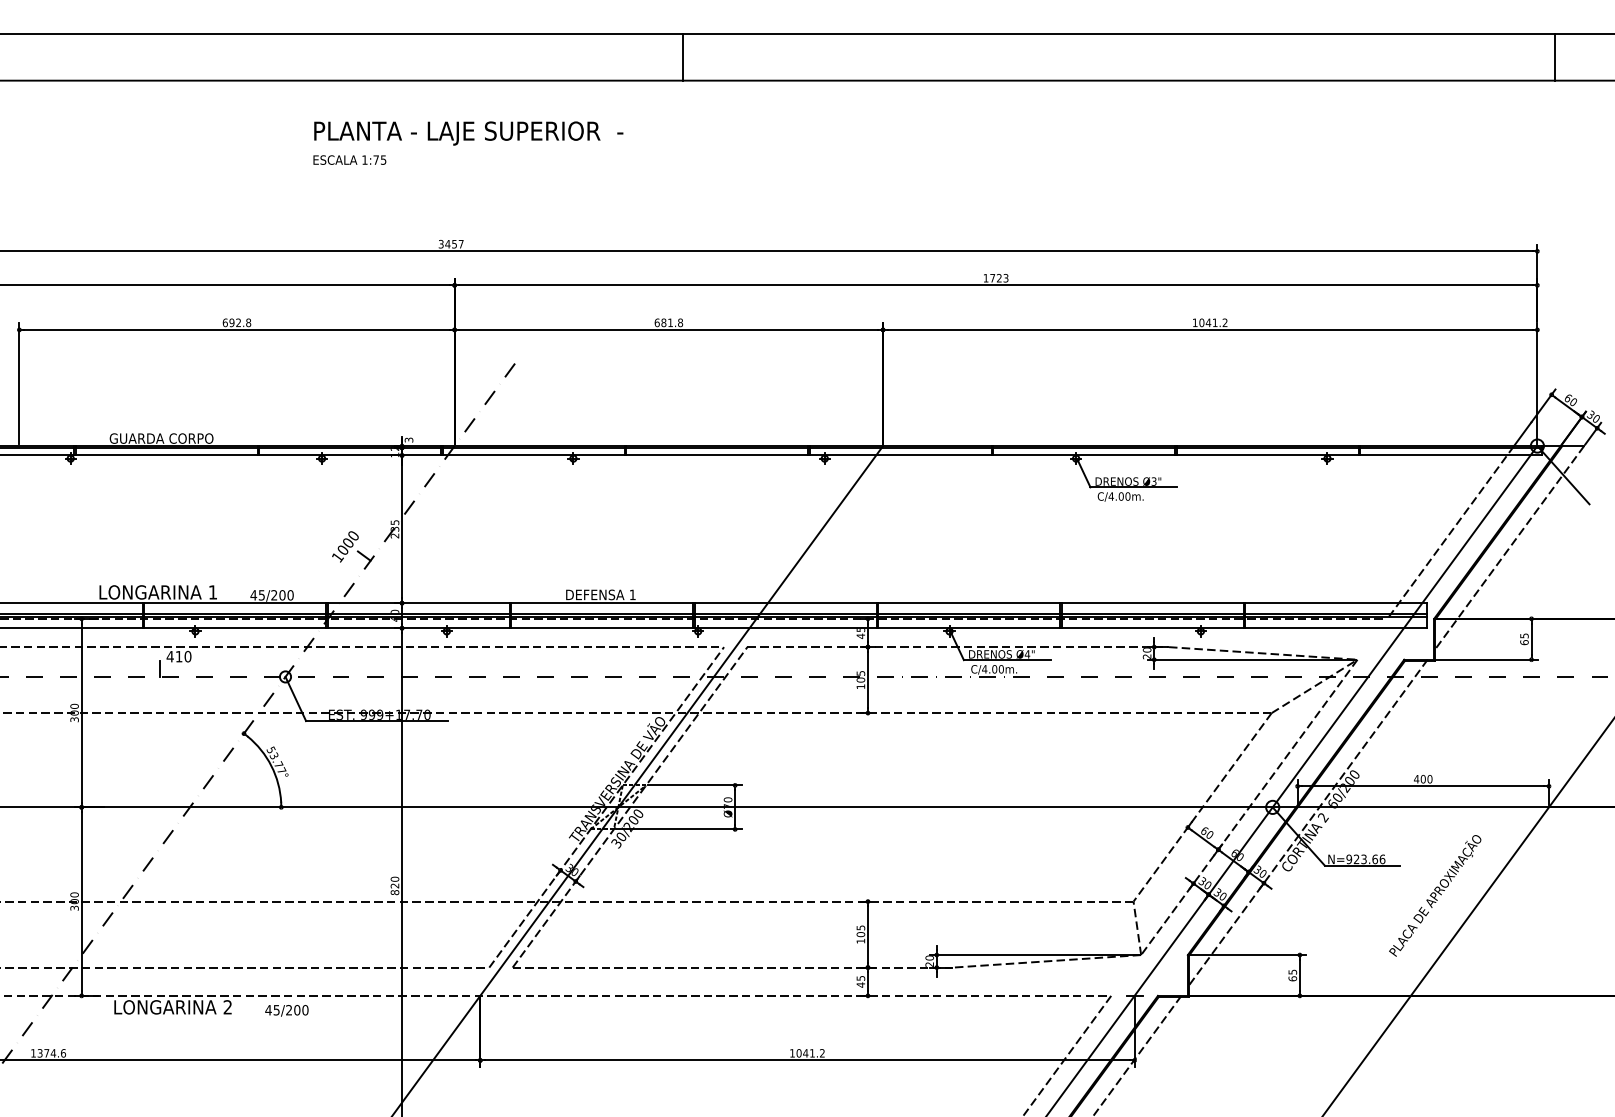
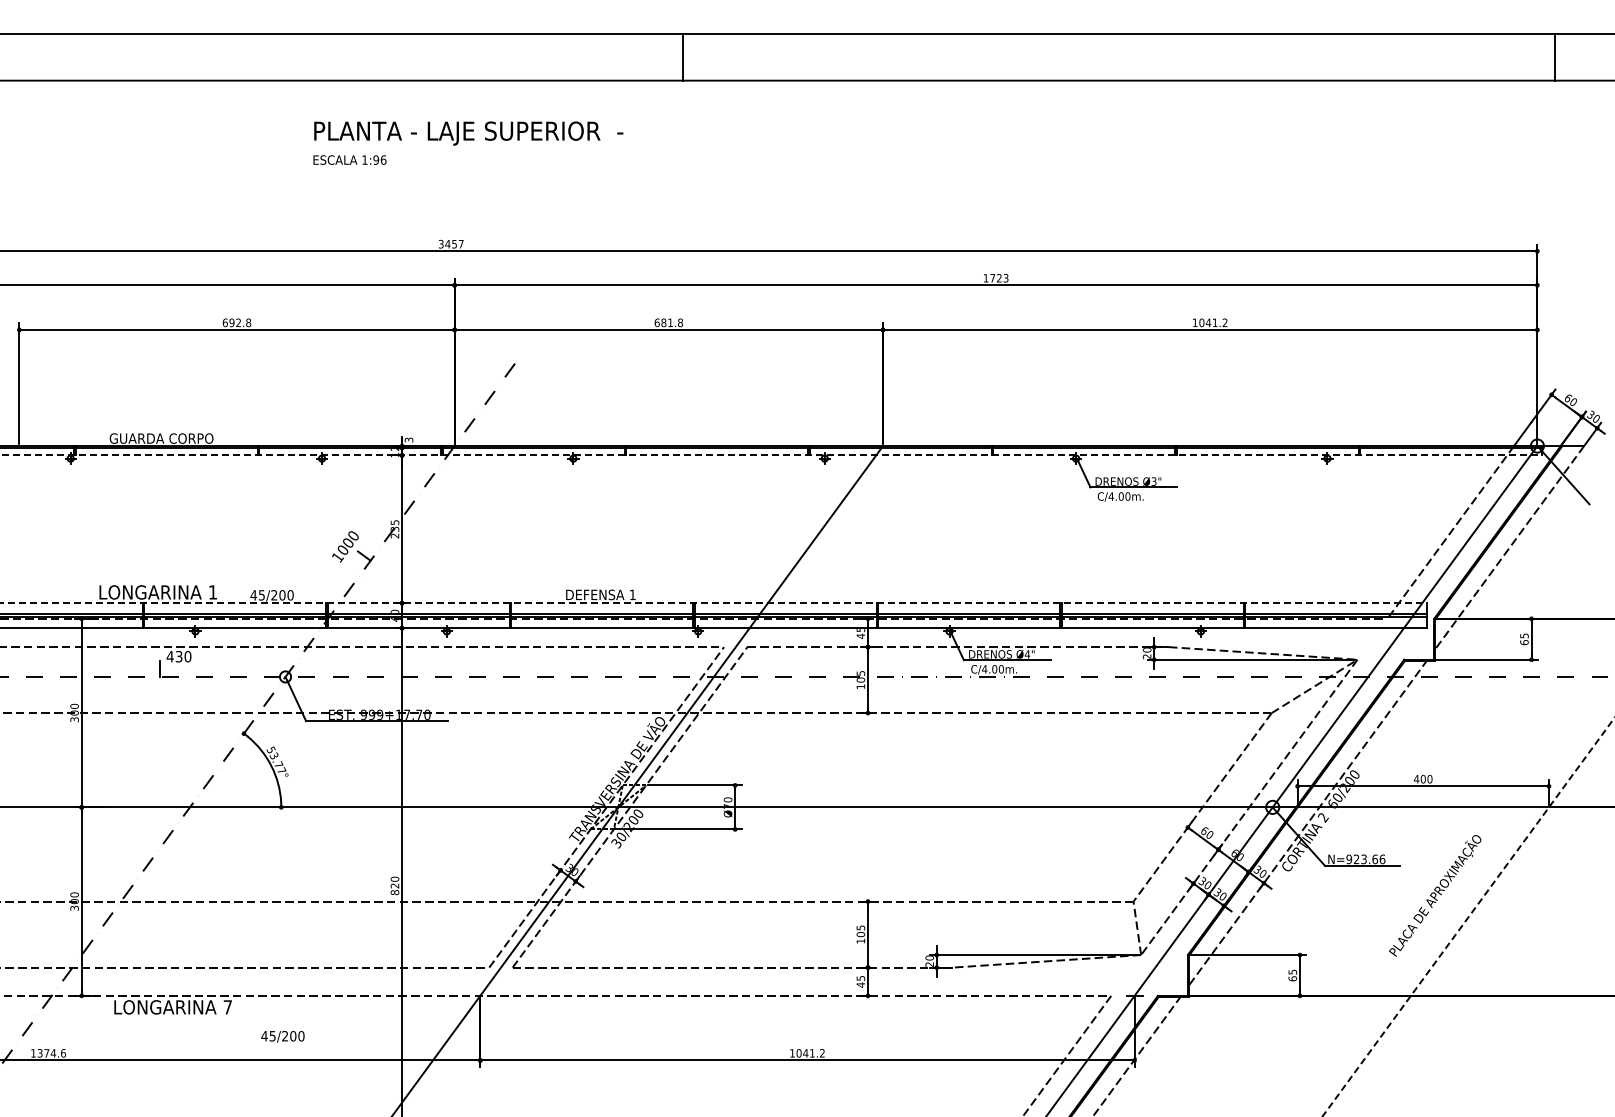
text at (379, 159): 1:75 -> 1:96
line at (771, 455): solid -> dashed
line at (714, 603): solid -> dashed
text at (178, 656): 410 -> 430
line at (1468, 917): solid -> dashed
text at (227, 1007): 2 -> 7
text at (286, 1010) position: (286, 1010) -> (282, 1036)
